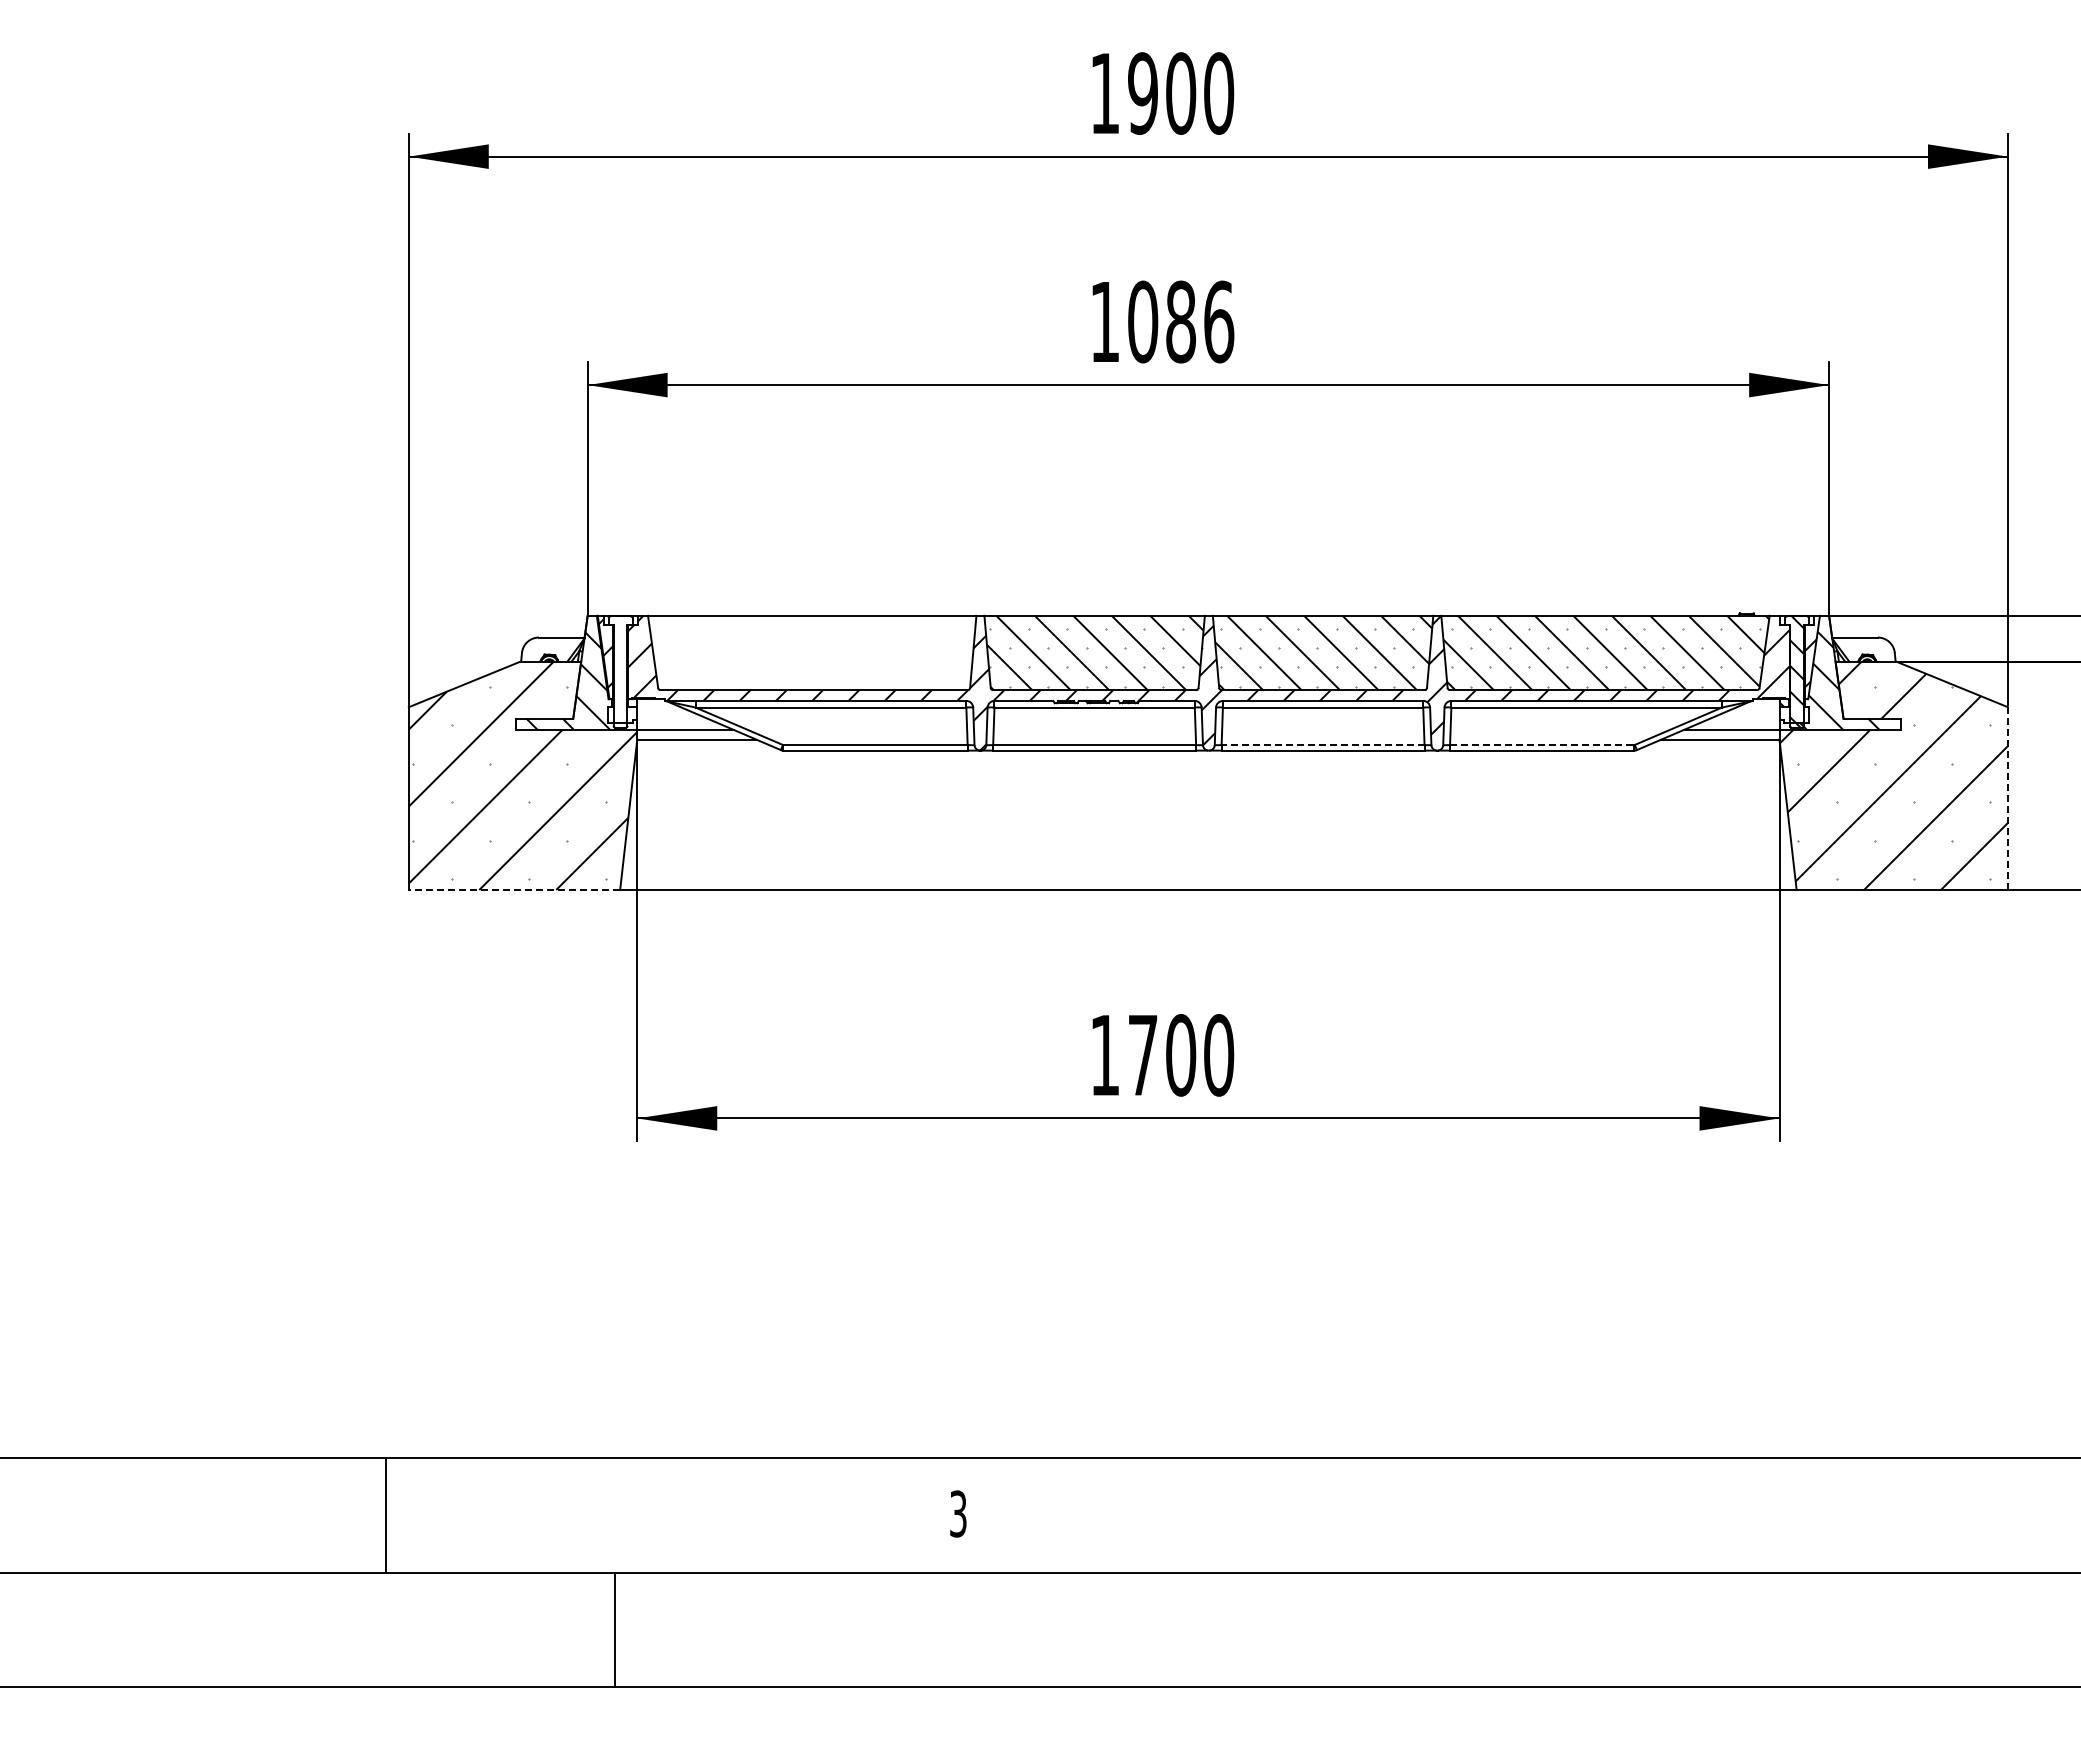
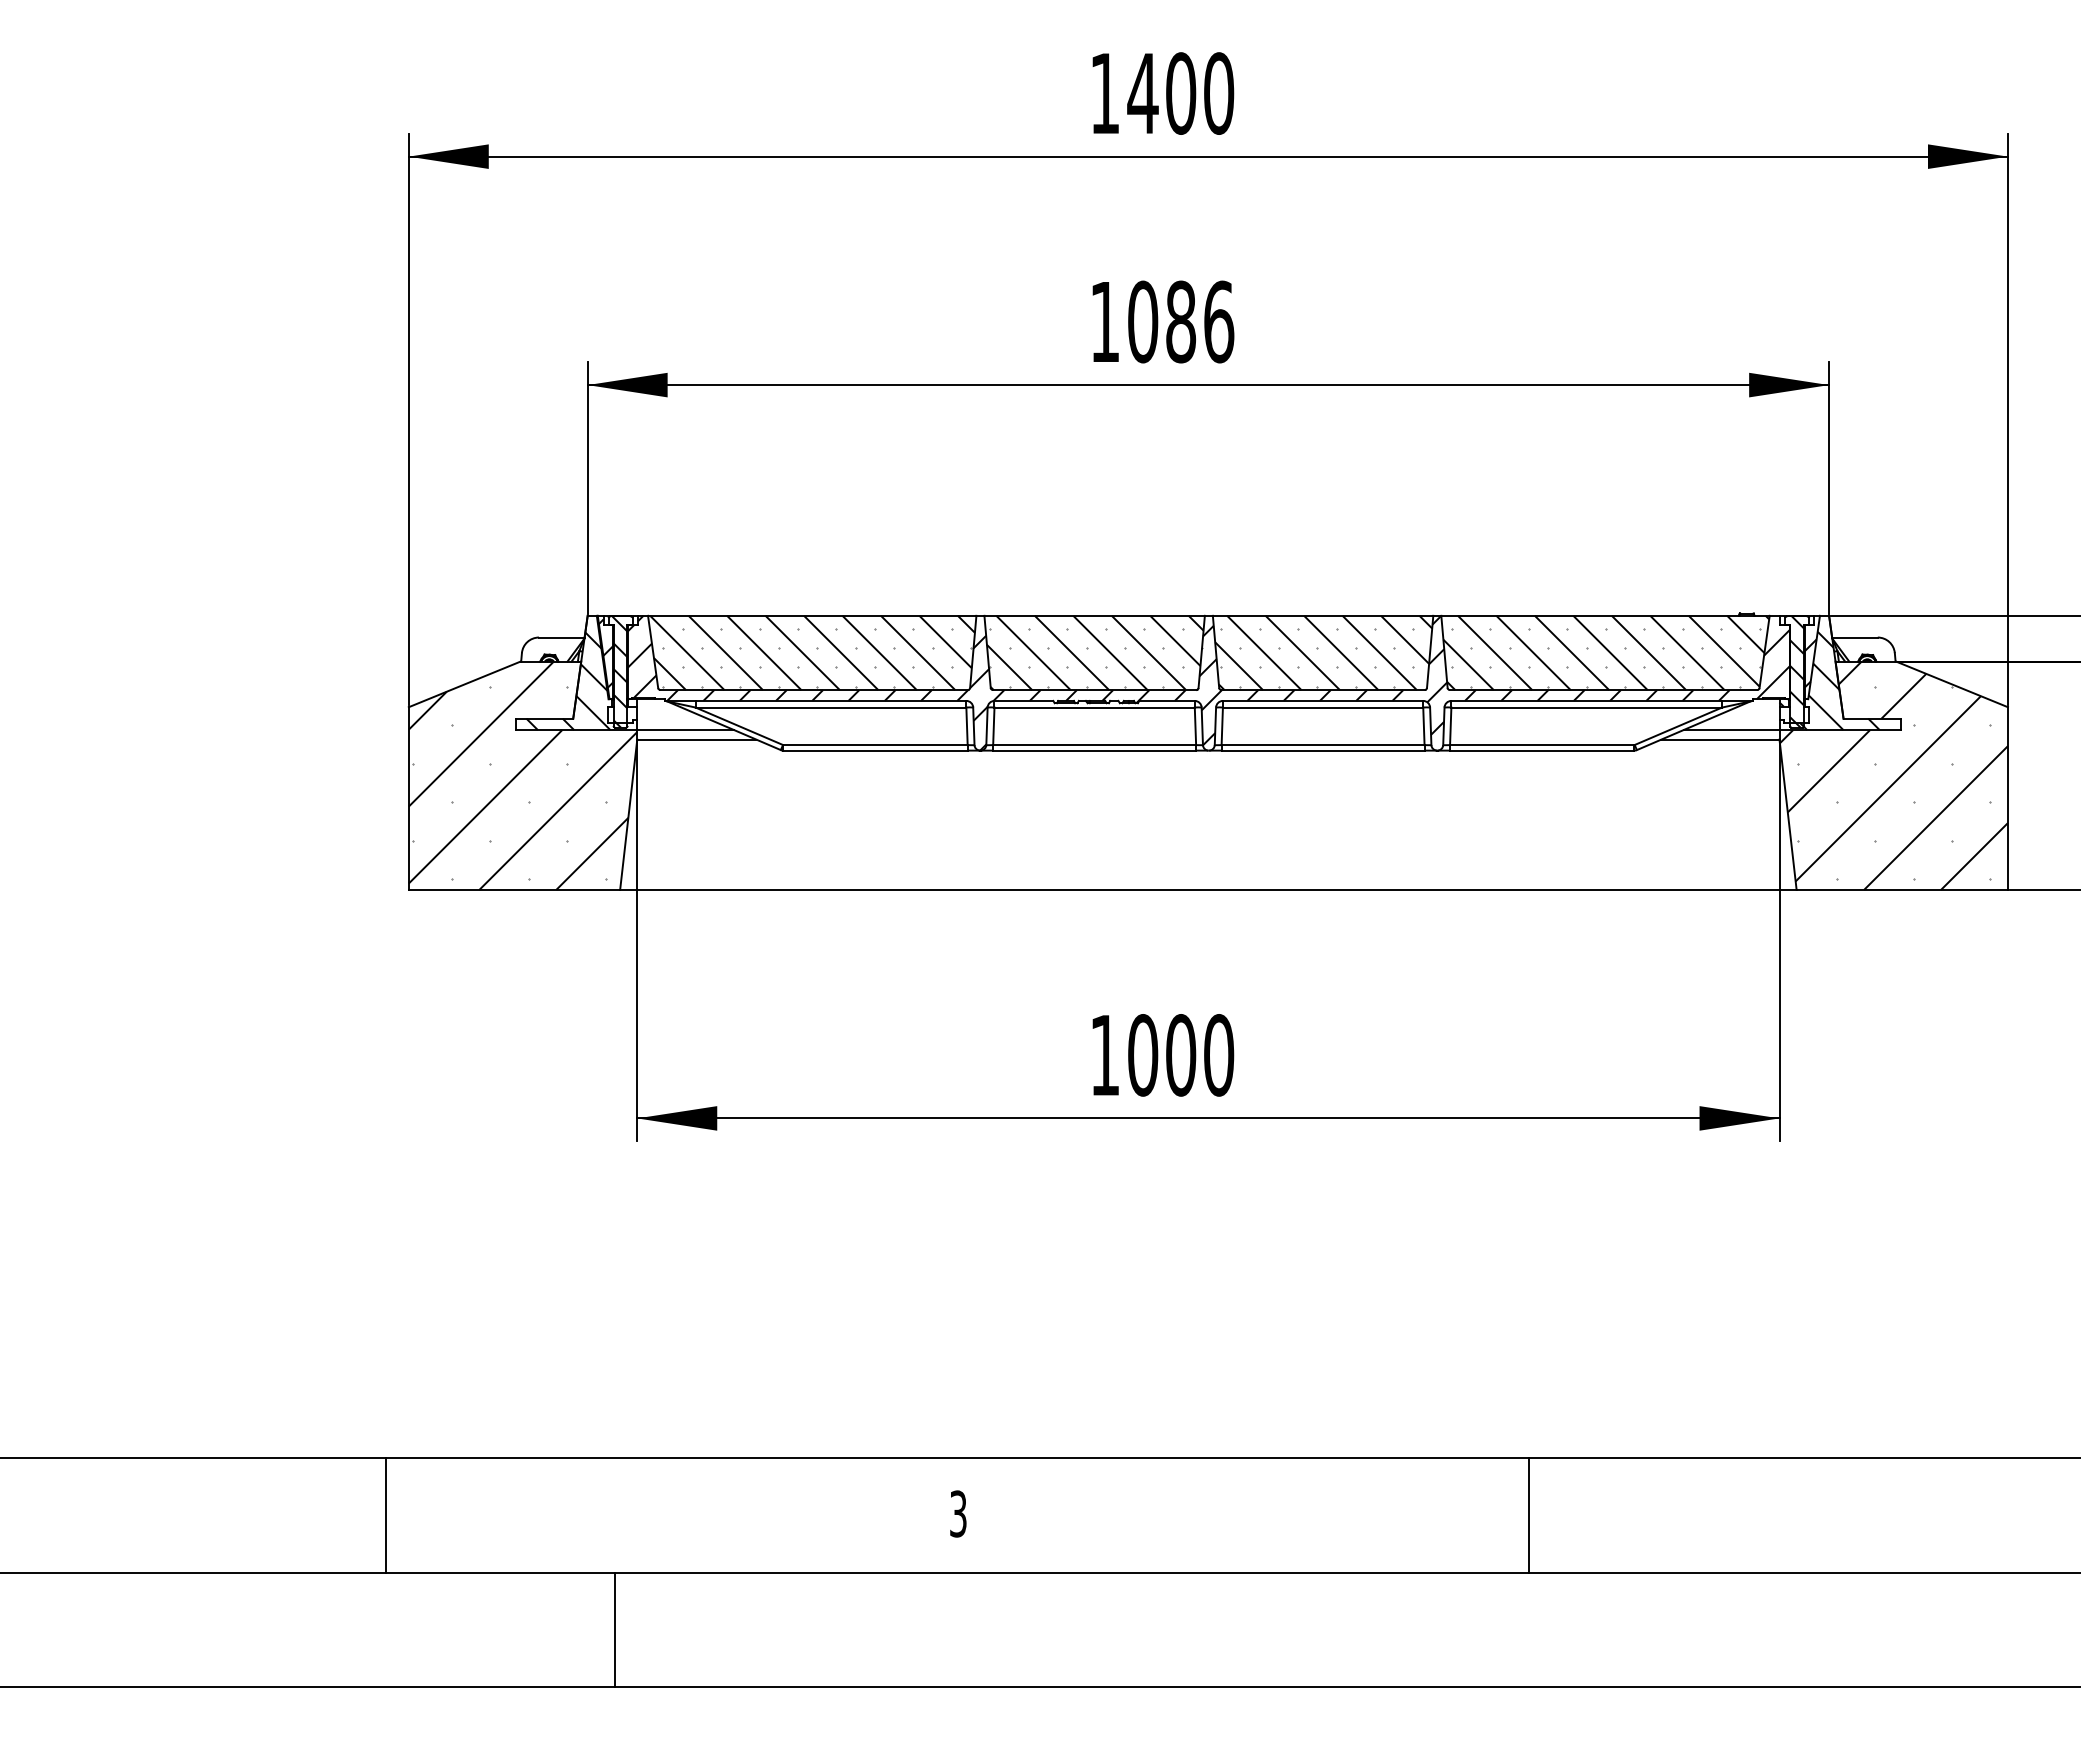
text at (1142, 93): 1900 -> 1400
hatch at (812, 652): none -> present
hatch at (619, 671): none -> present
line at (1322, 745): dashed -> solid
line at (1542, 745): dashed -> solid
line at (2007, 798): dashed -> solid
line at (514, 889): dashed -> solid
text at (1143, 1055): 1700 -> 1000
line at (1528, 1515): none -> present
